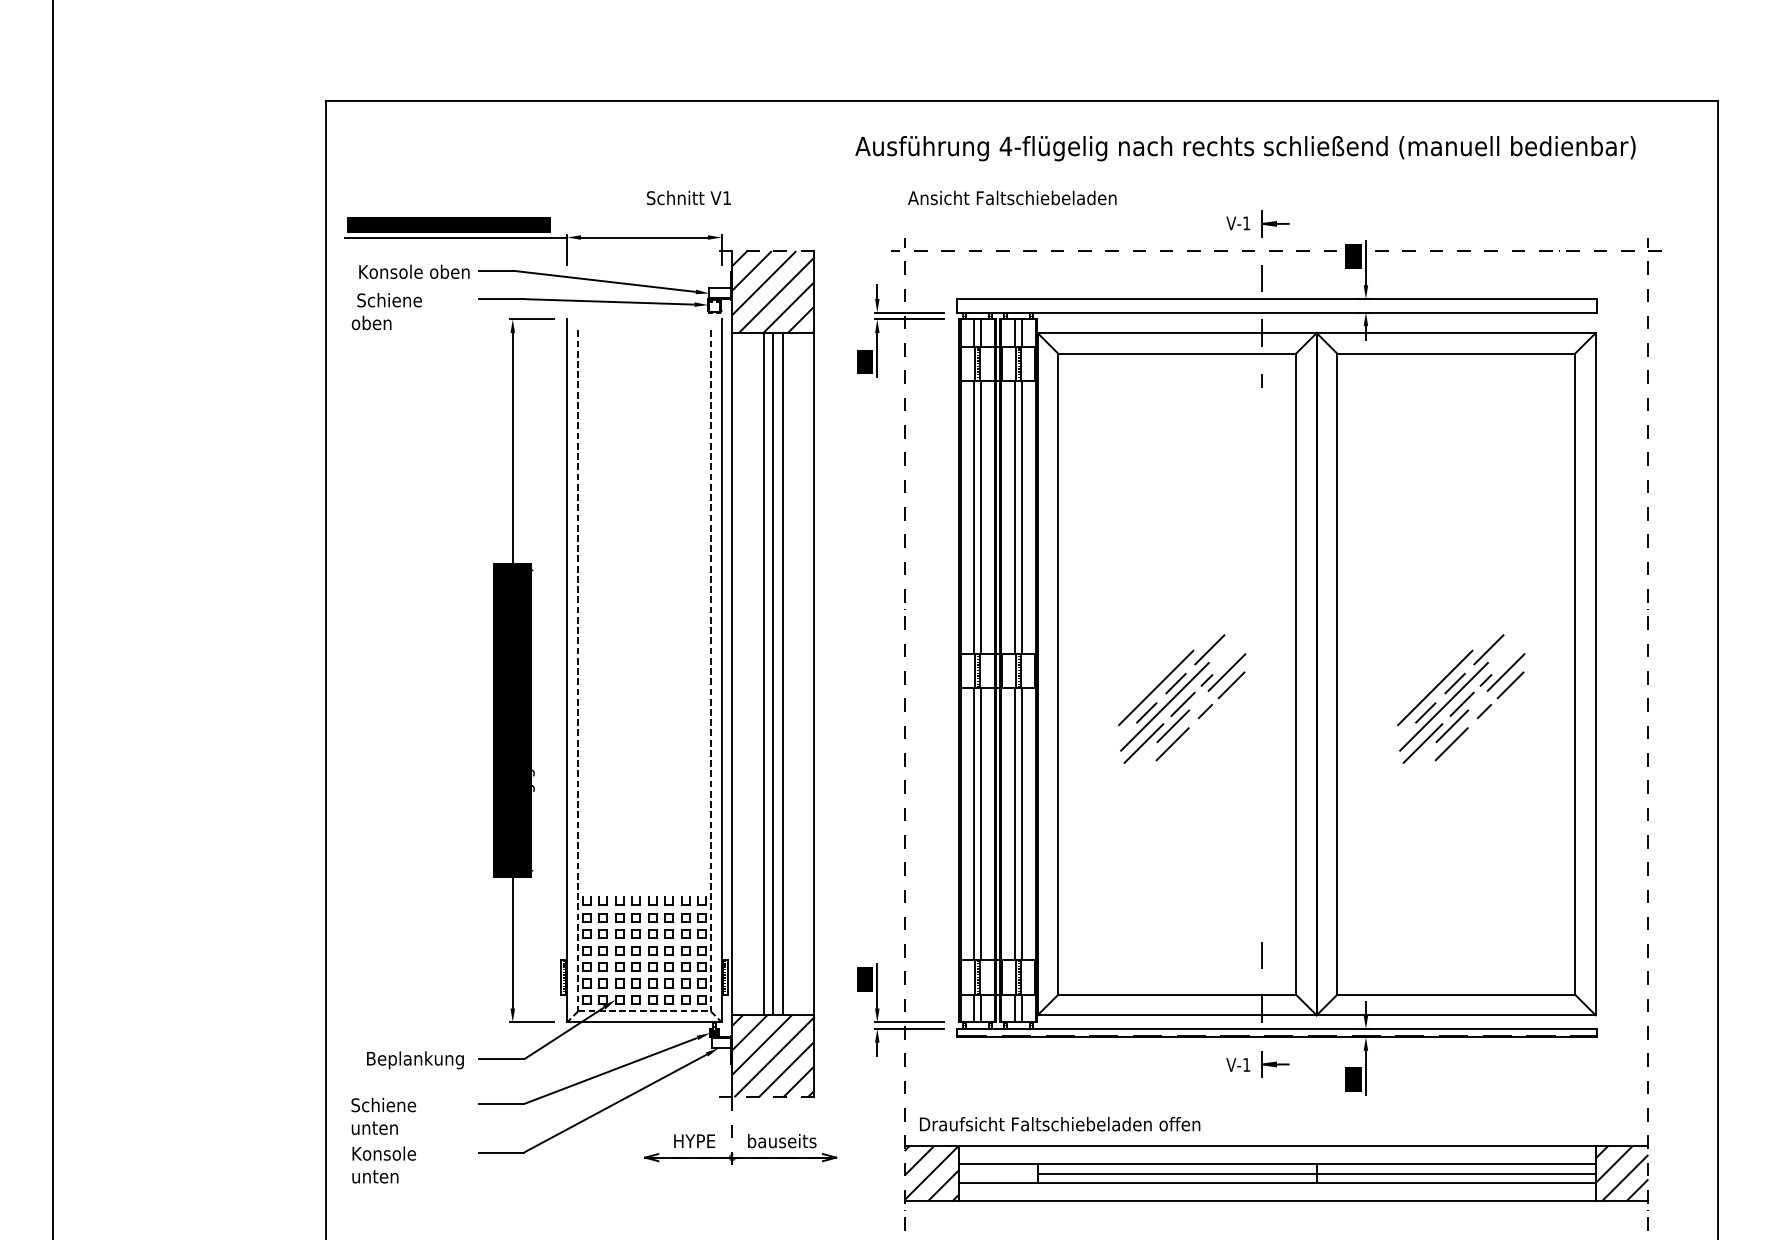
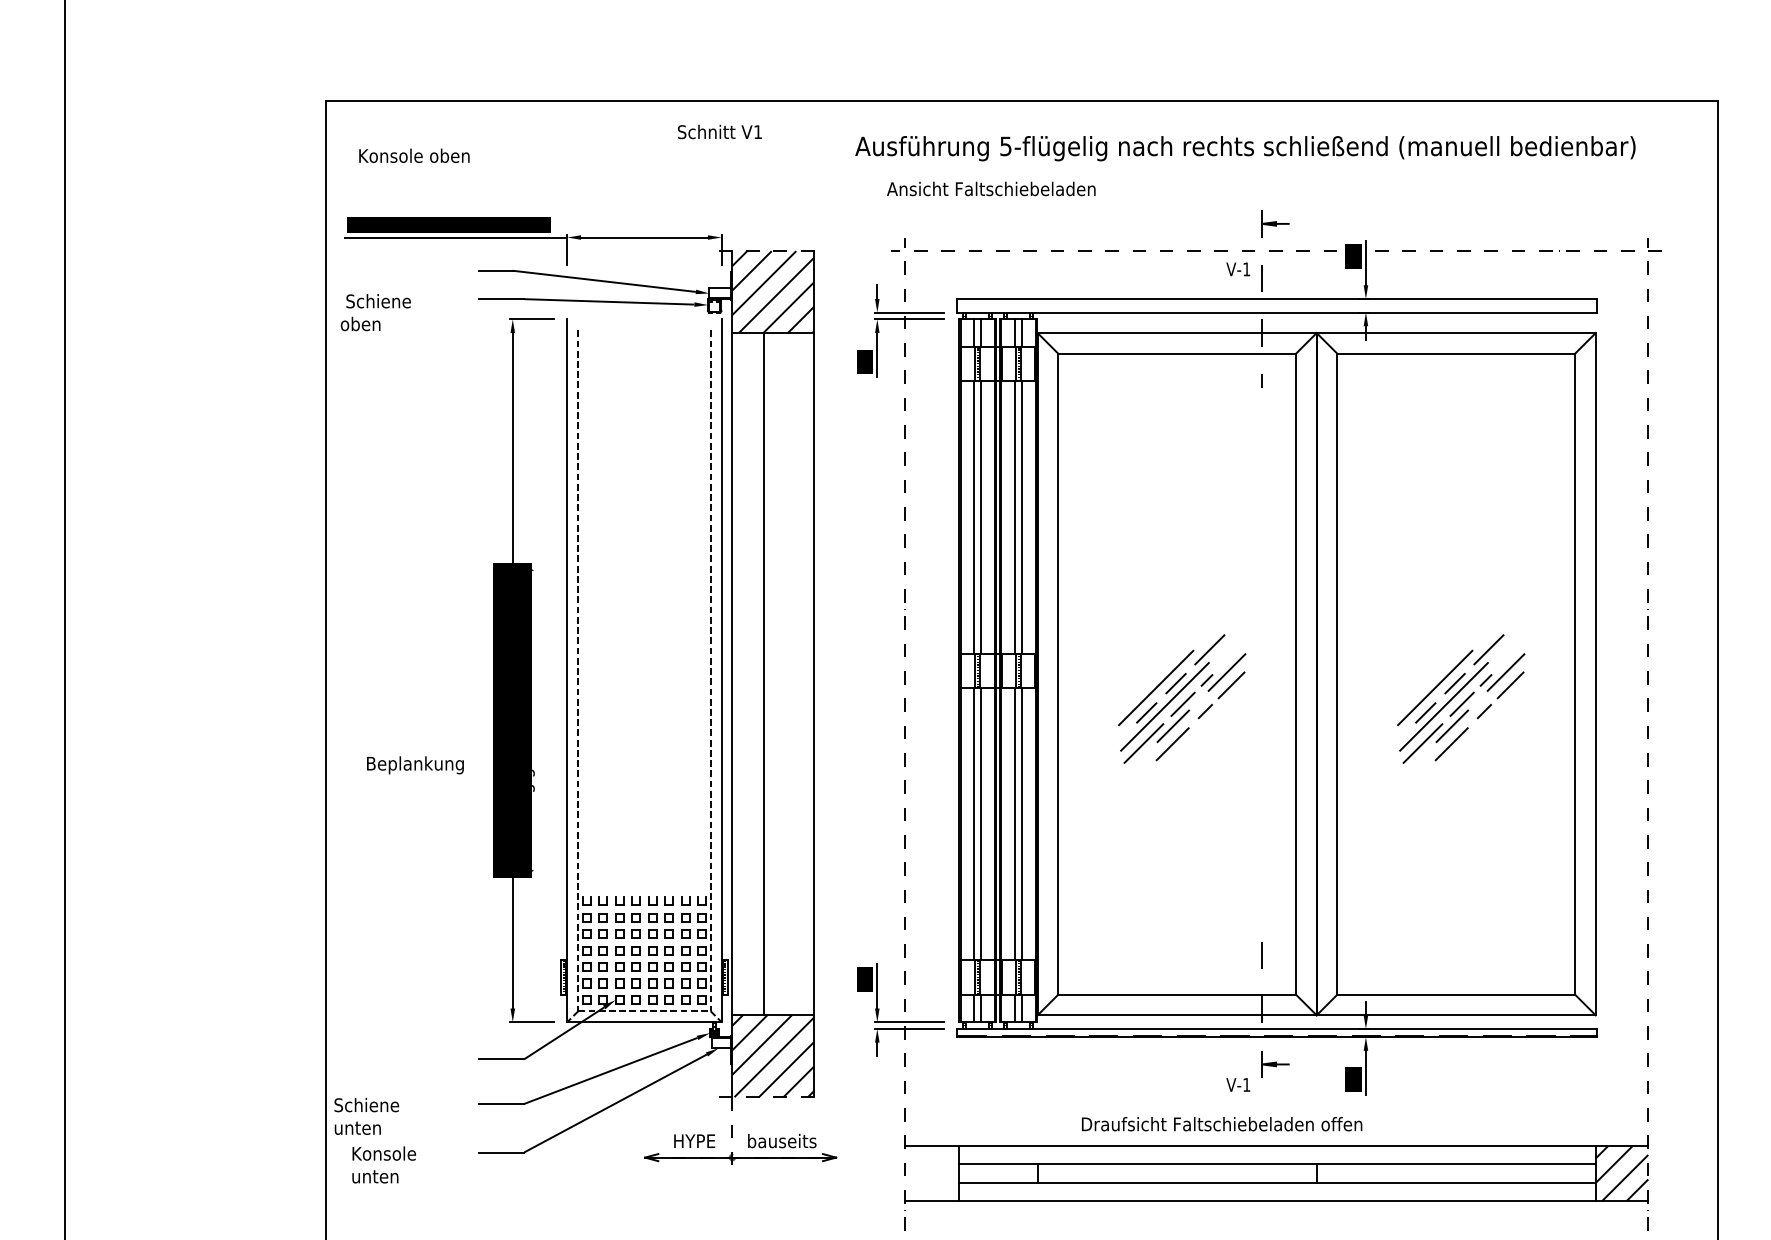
text at (1005, 146): 4-flügelig -> 5-flügelig
text at (688, 197) position: (688, 197) -> (719, 131)
text at (1012, 197) position: (1012, 197) -> (991, 188)
text at (1238, 223) position: (1238, 223) -> (1238, 269)
text at (414, 271) position: (414, 271) -> (414, 155)
text at (386, 311) position: (386, 311) -> (375, 312)
line at (53, 619) position: (53, 619) -> (65, 619)
line at (773, 674): present -> none
line at (782, 674): present -> none
text at (415, 1060) position: (415, 1060) -> (415, 765)
text at (1238, 1064) position: (1238, 1064) -> (1238, 1084)
text at (383, 1115) position: (383, 1115) -> (366, 1115)
text at (1060, 1124) position: (1060, 1124) -> (1222, 1124)
hatch at (931, 1173): present -> none
line at (1316, 1173): present -> none
